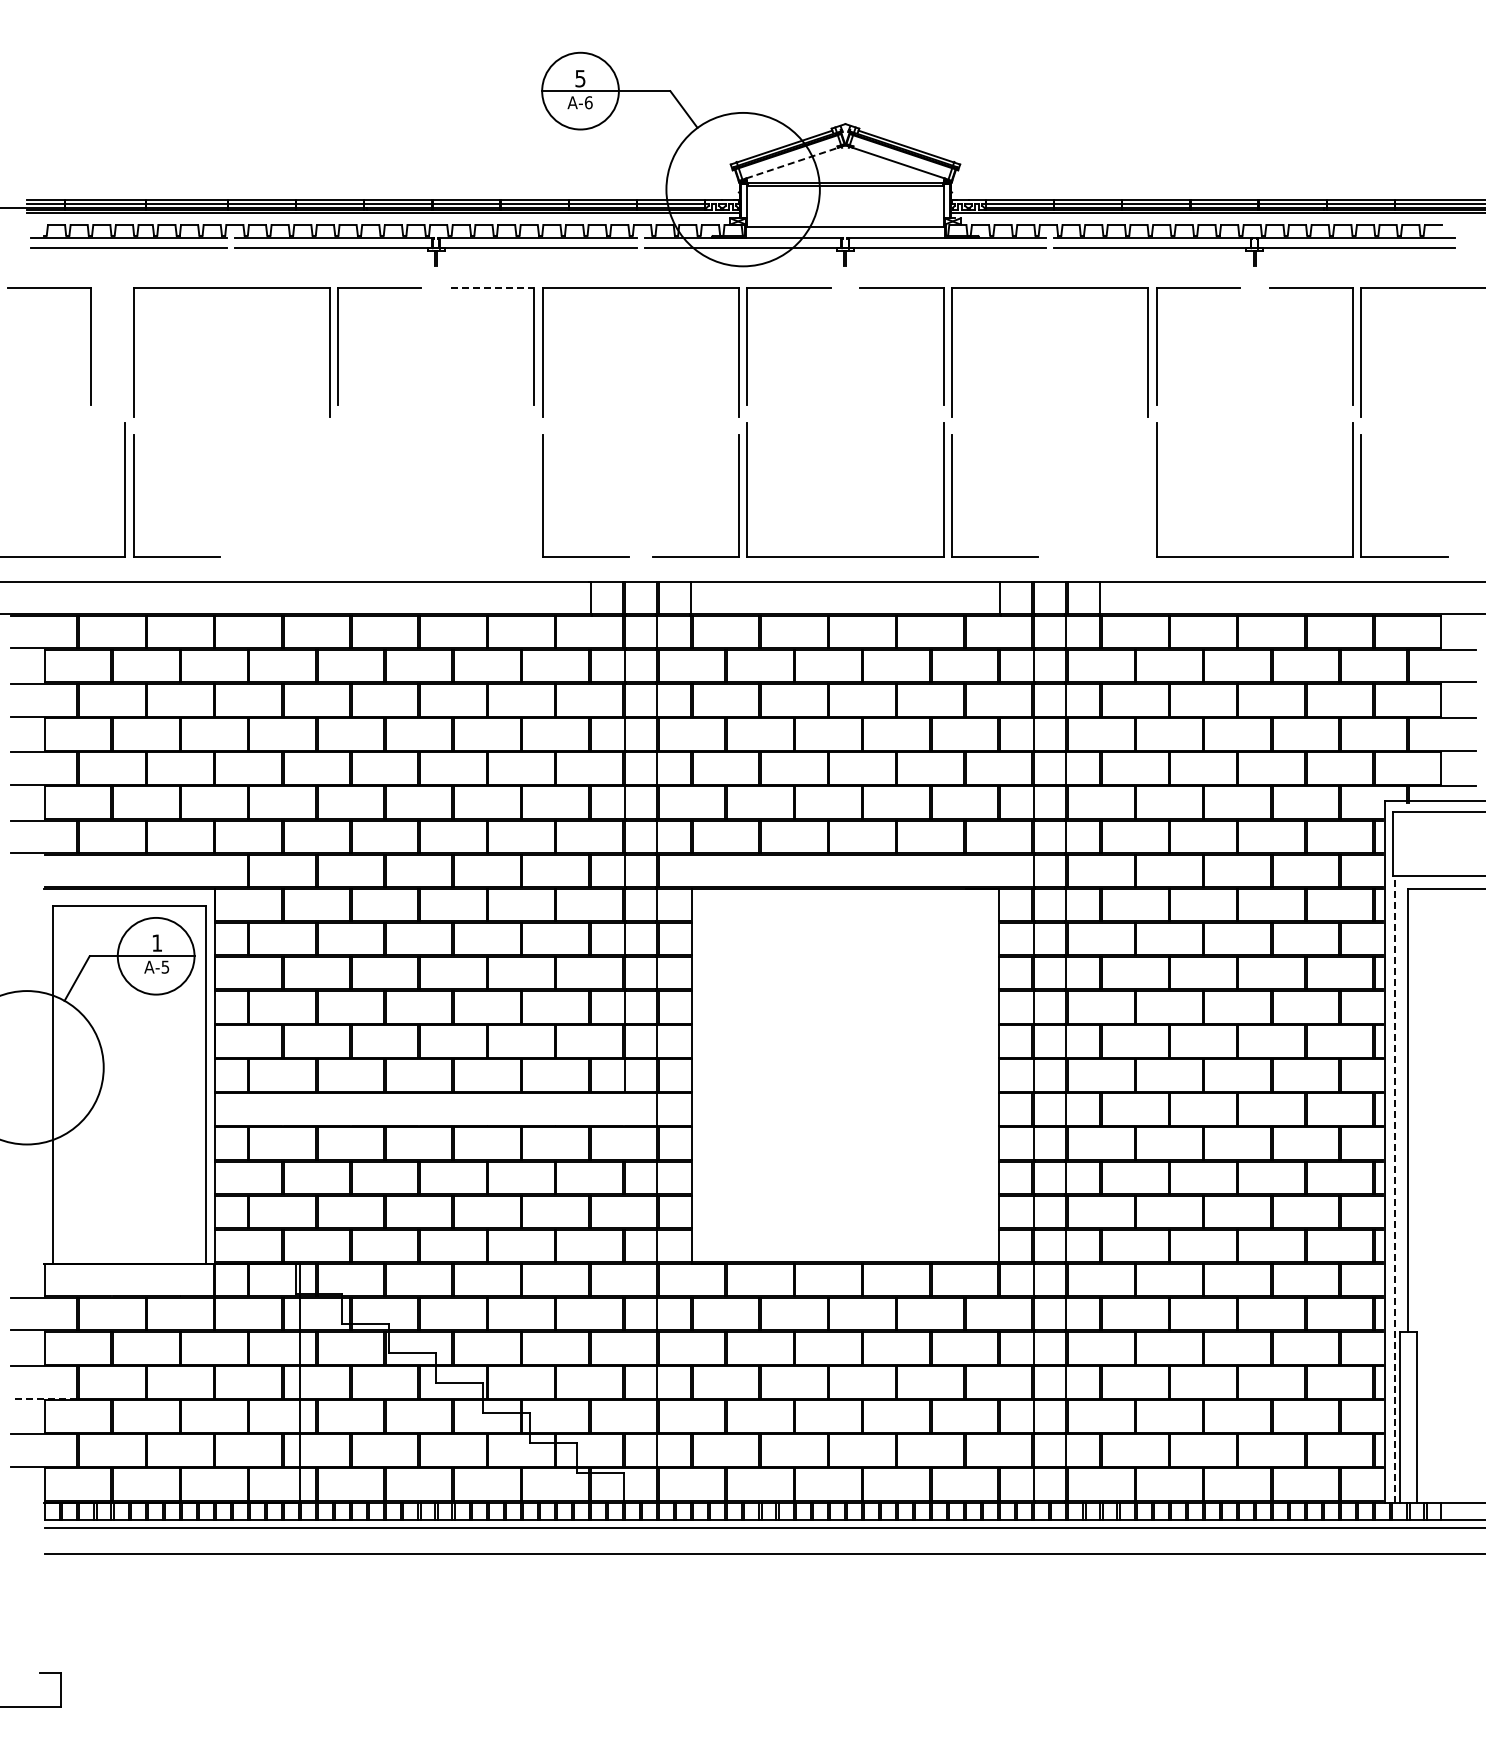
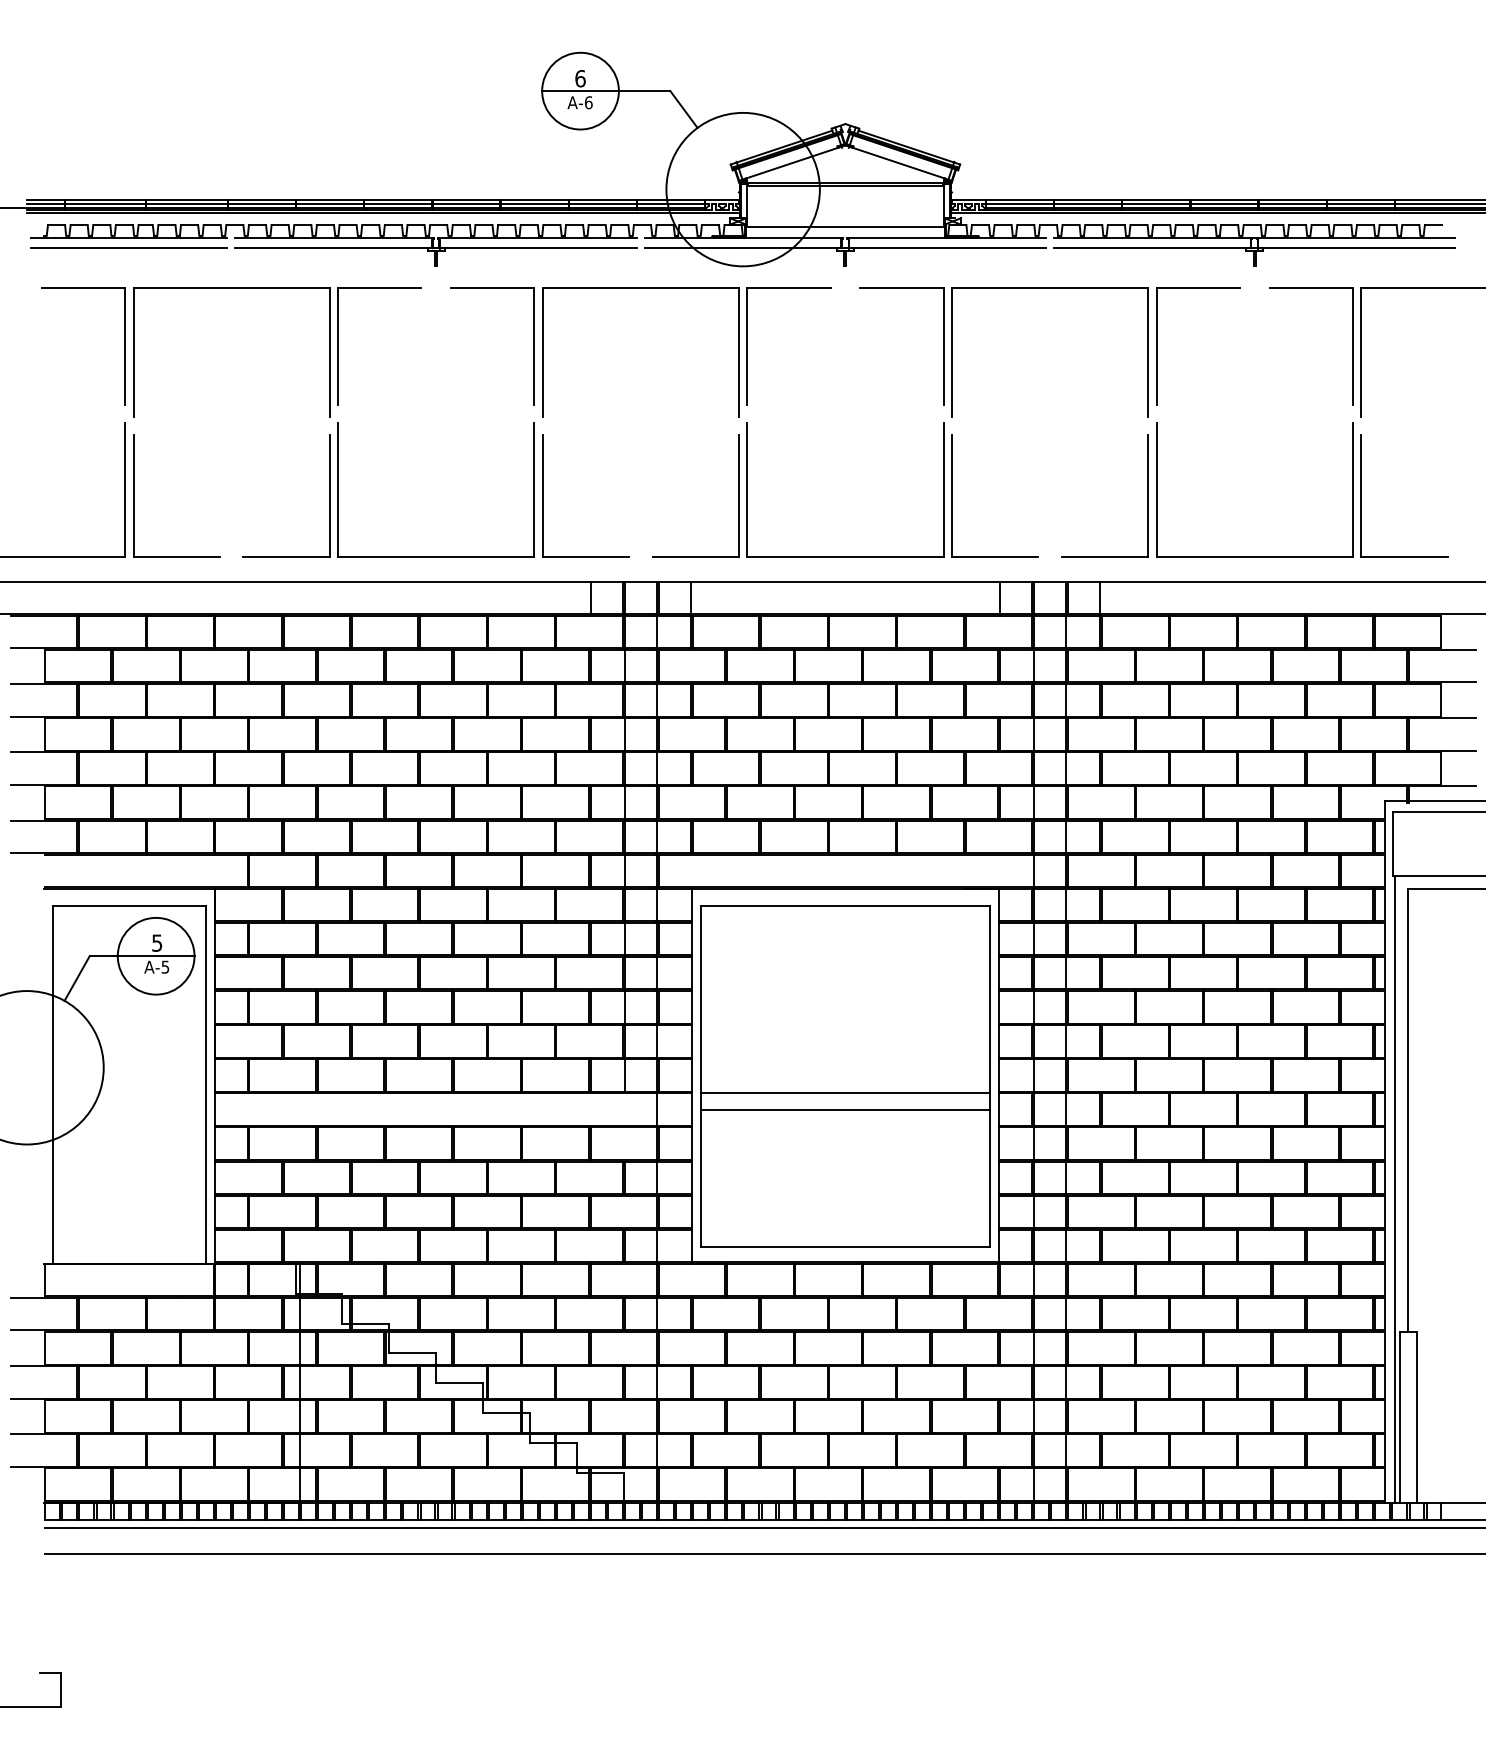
text at (580, 78): 5 -> 6
line at (792, 163): dashed -> solid
line at (492, 287): dashed -> solid
part at (90, 346) position: (90, 346) -> (124, 346)
part at (338, 489): none -> present
part at (1147, 495): none -> present
text at (157, 942): 1 -> 5
part at (845, 1076): none -> present
line at (1395, 1188): dashed -> solid
line at (43, 1398): dashed -> solid
